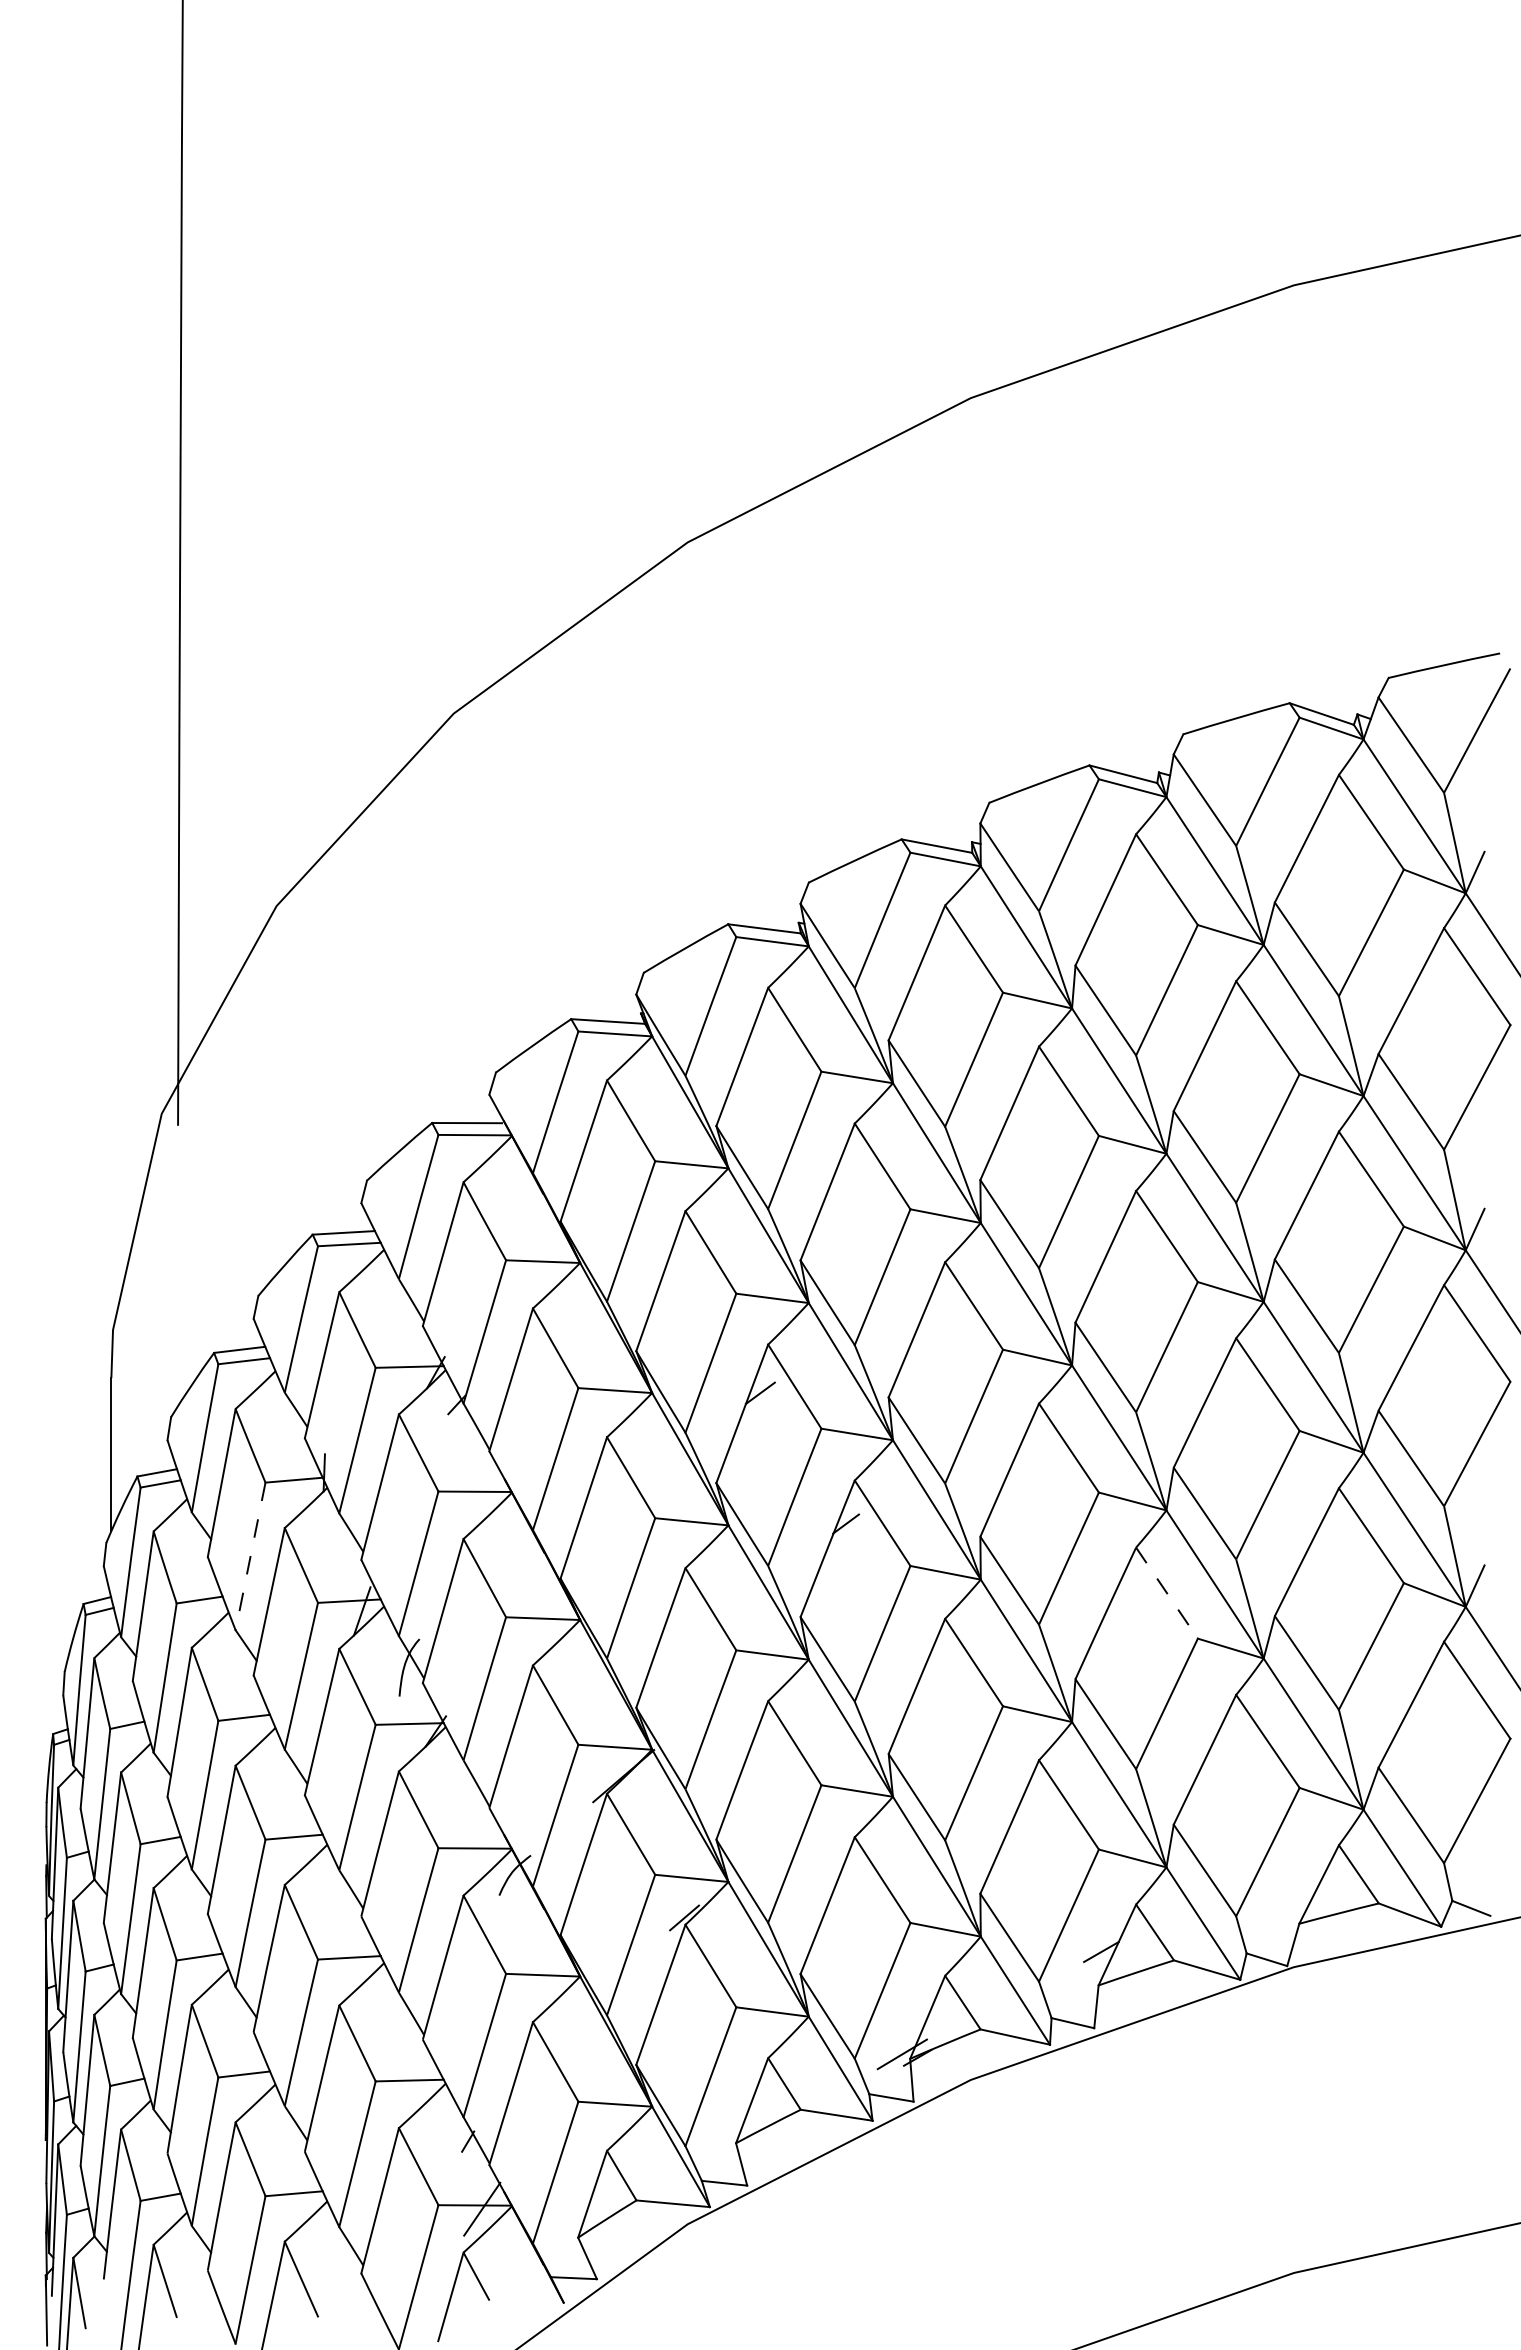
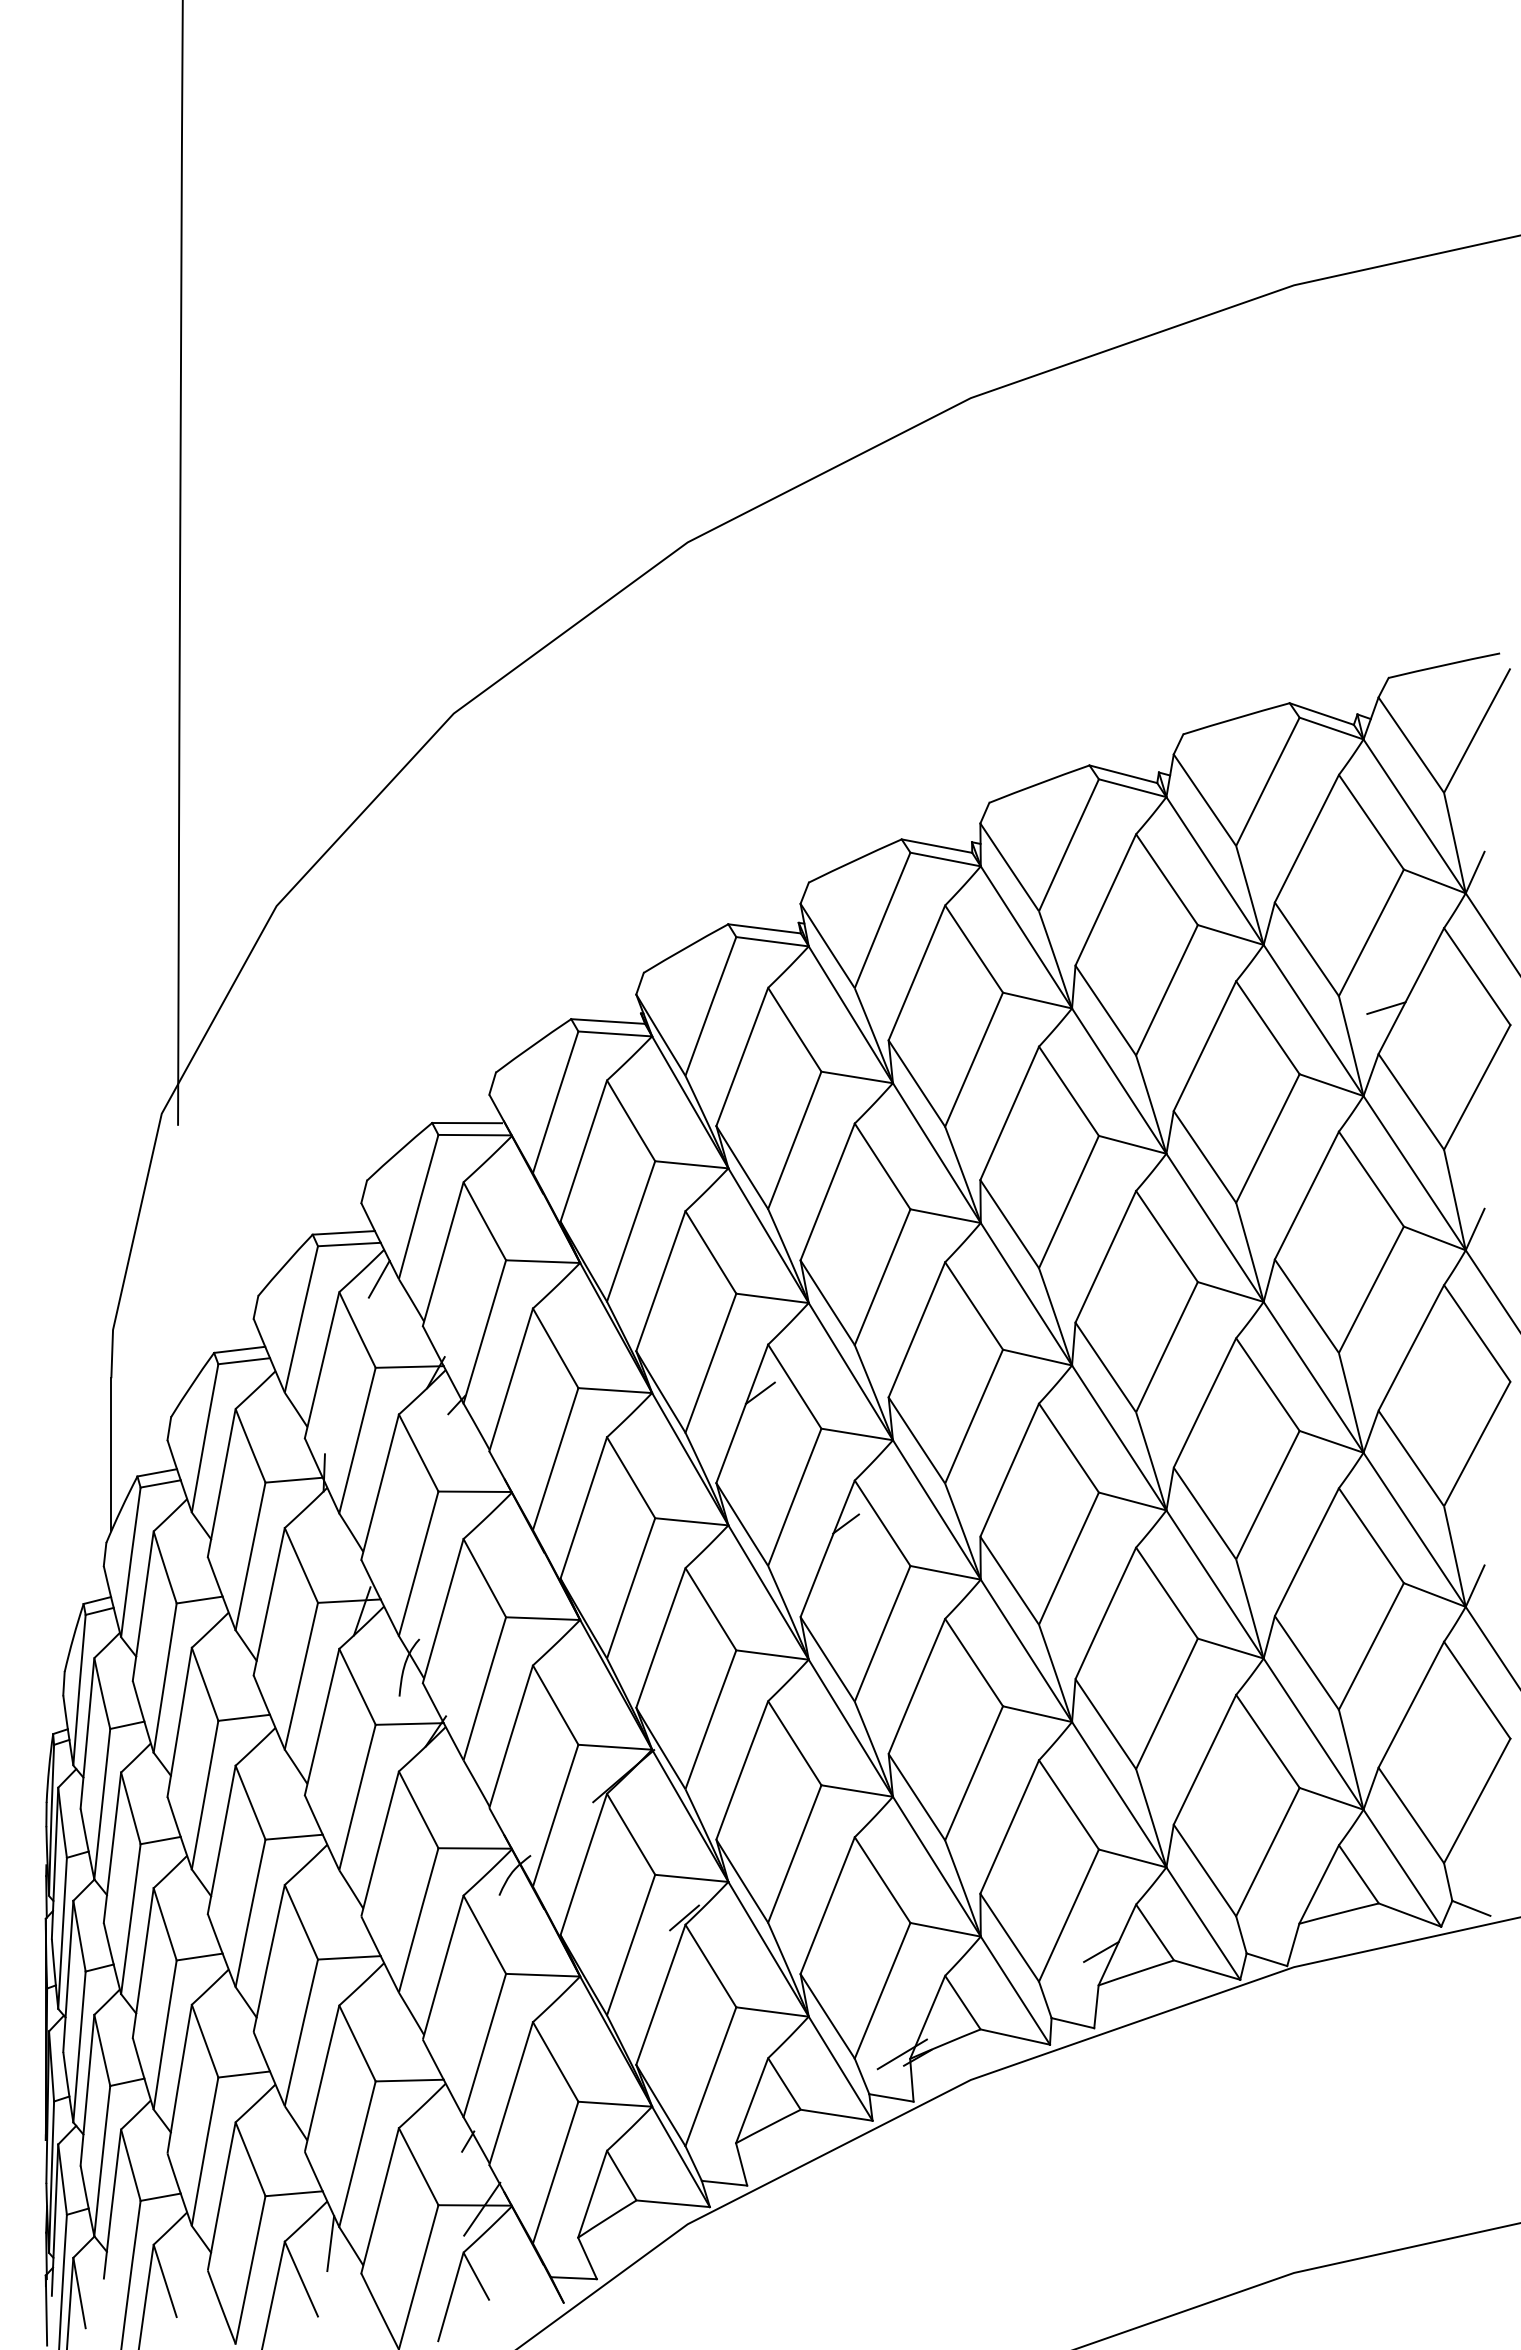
line at (1386, 1007): none -> present
line at (378, 1278): none -> present
line at (250, 1556): dashed -> solid
line at (1167, 1593): dashed -> solid
line at (330, 2243): none -> present
